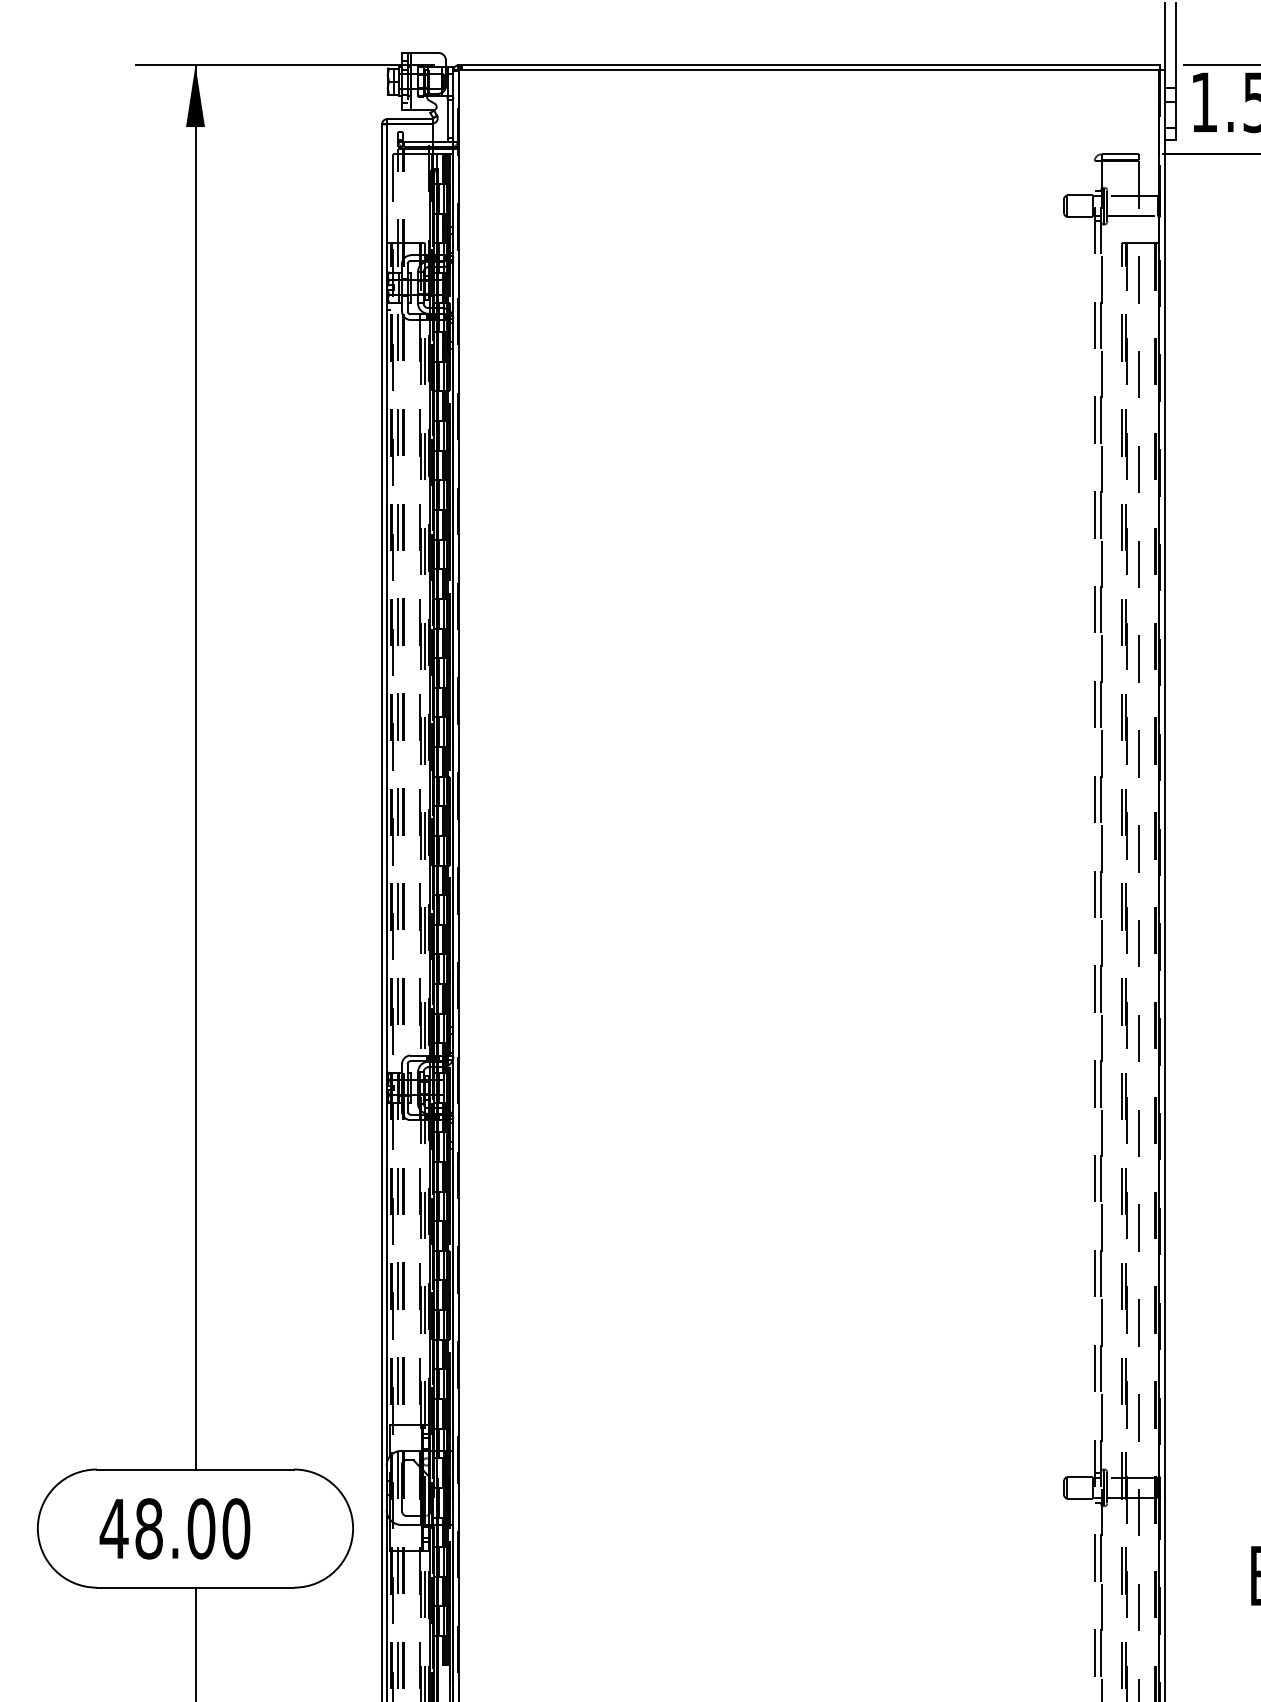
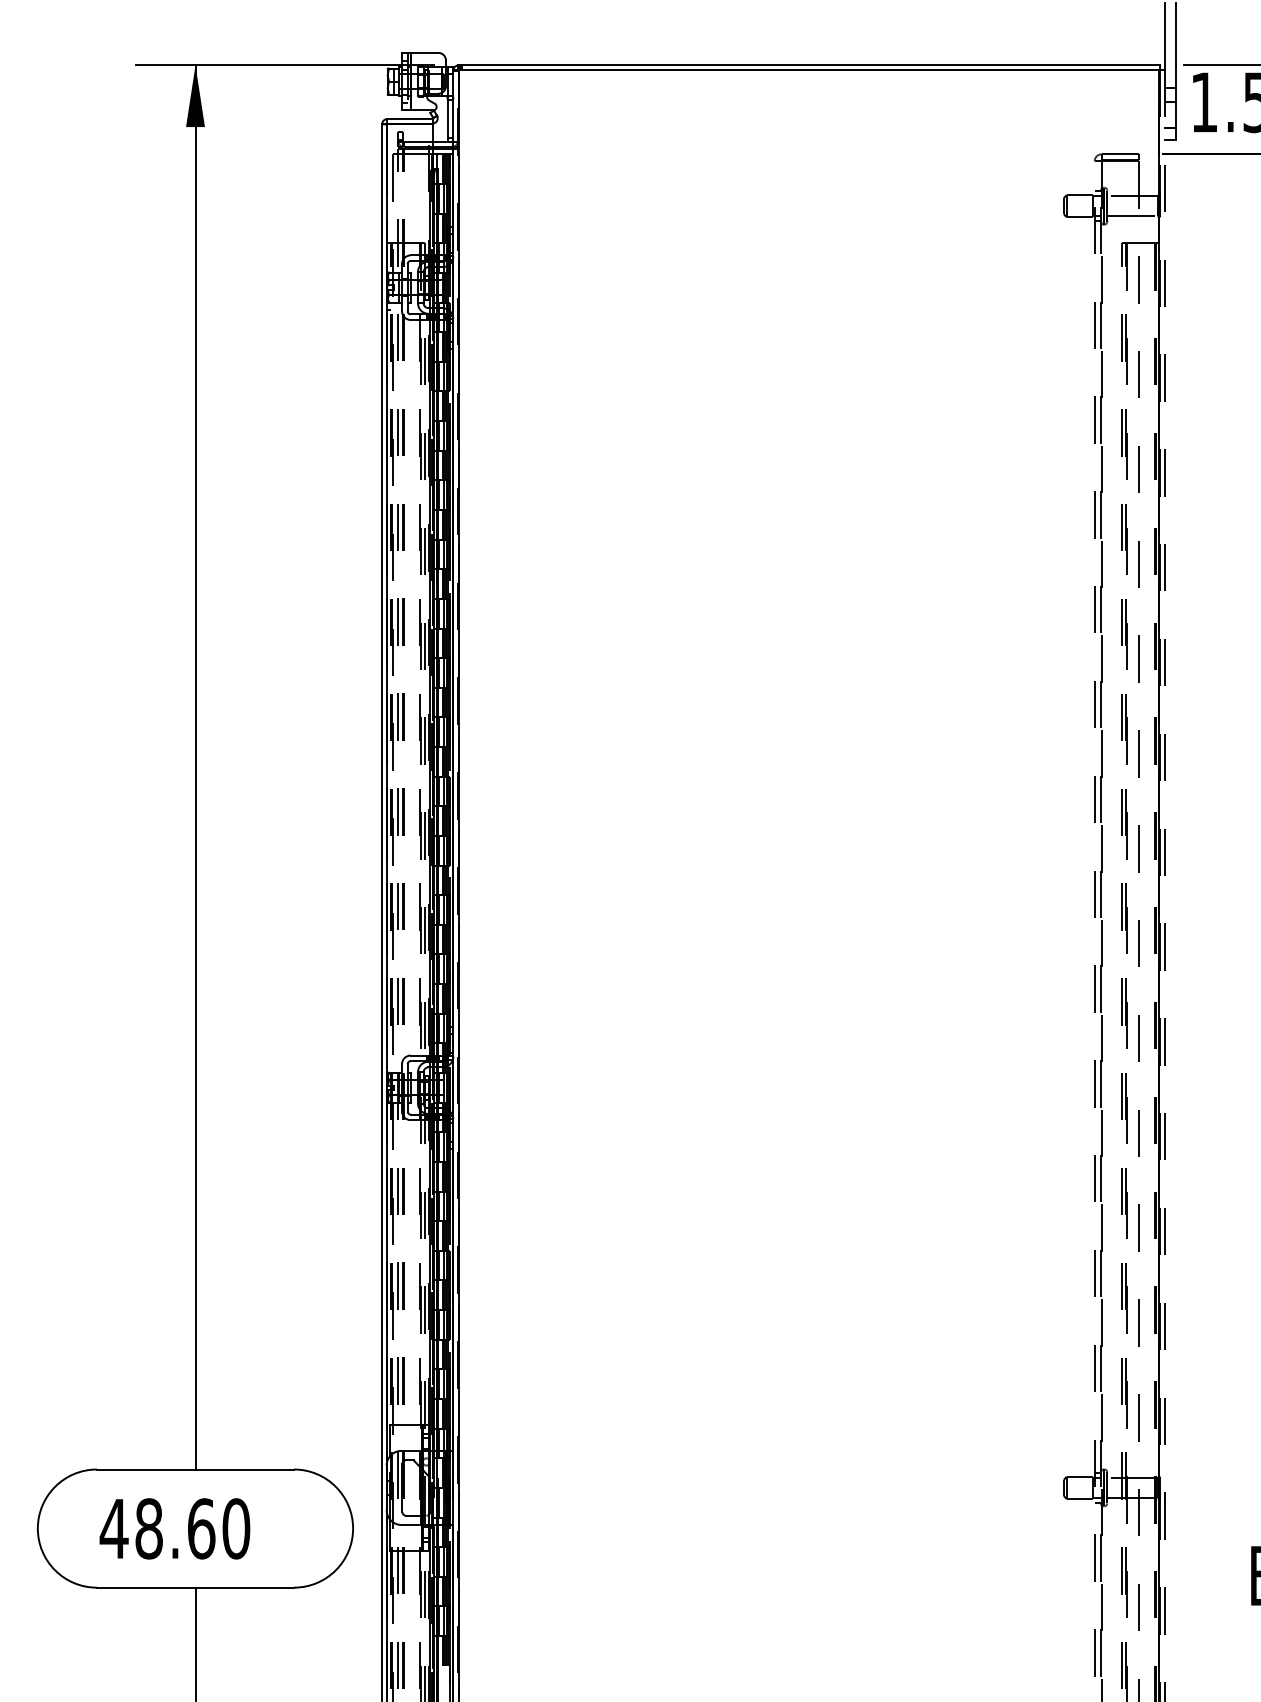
line at (1164, 885): solid -> dashed
text at (201, 1528): 48.00 -> 48.60
